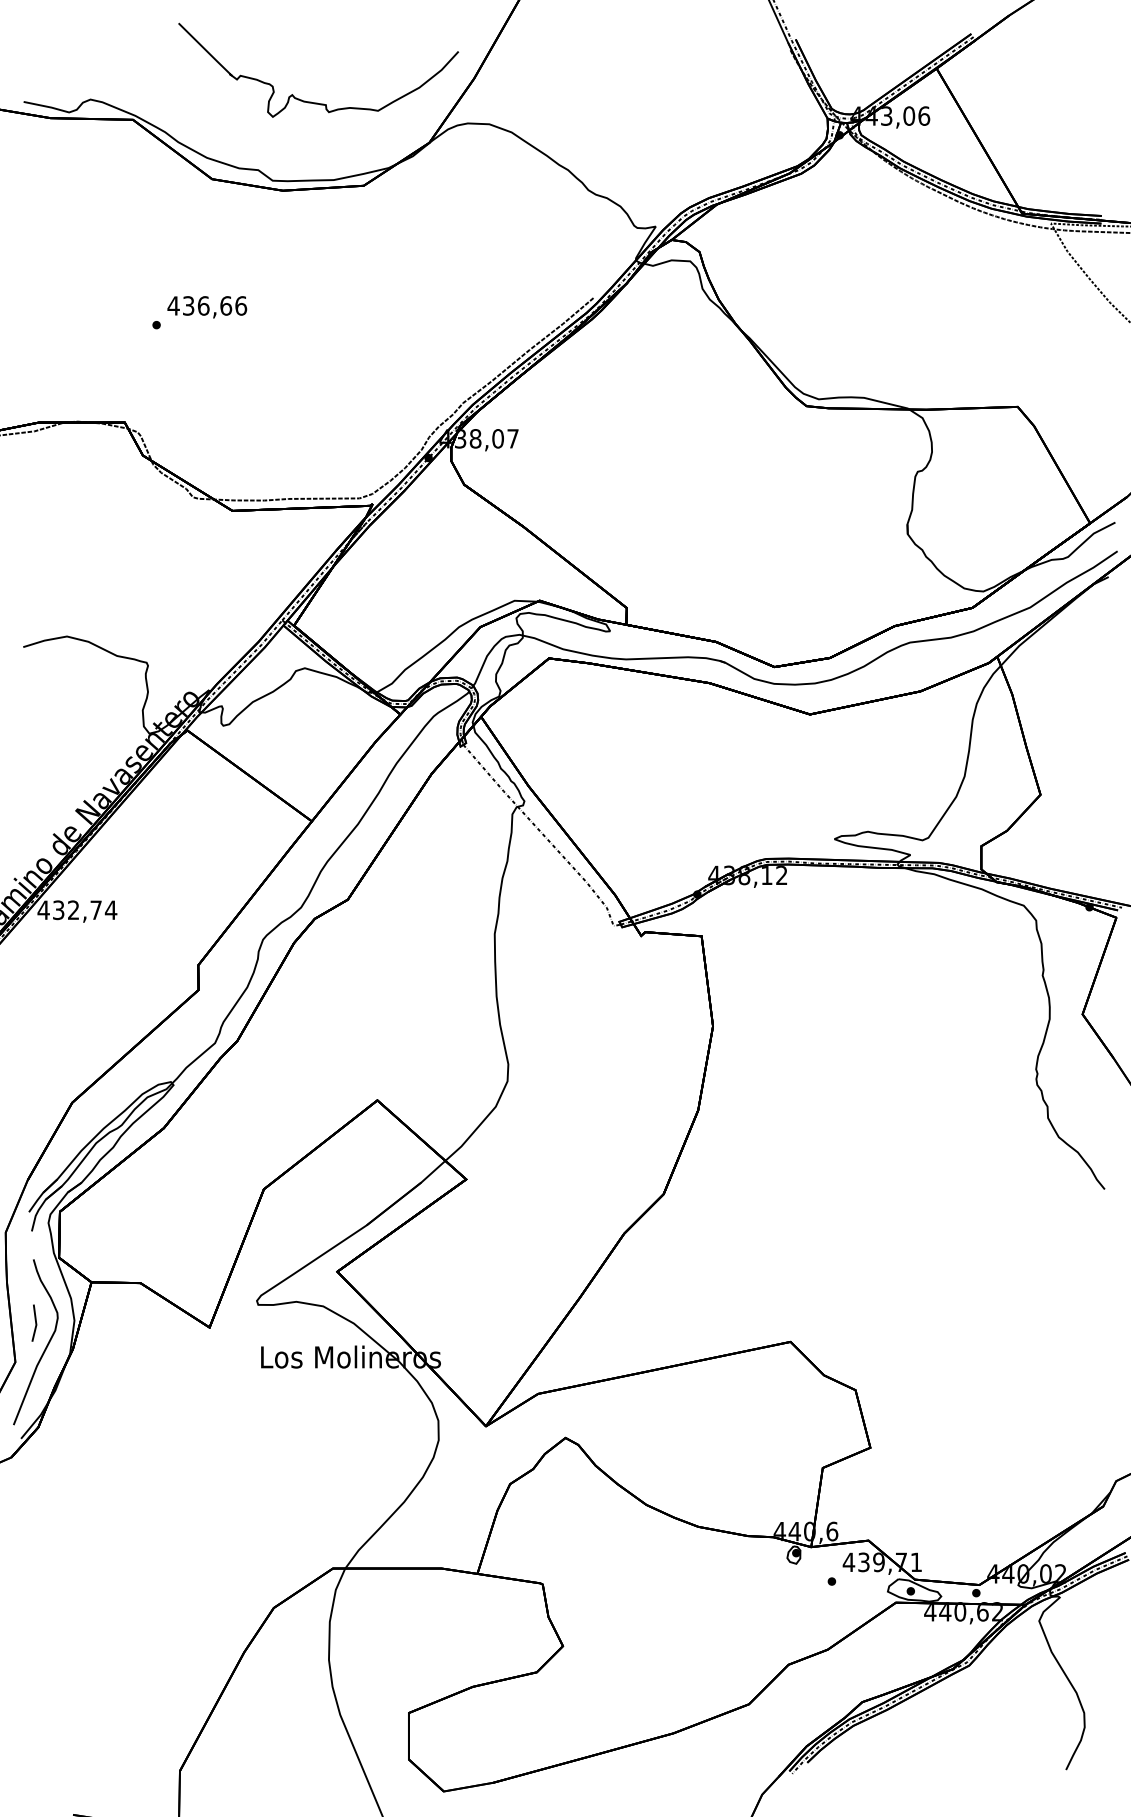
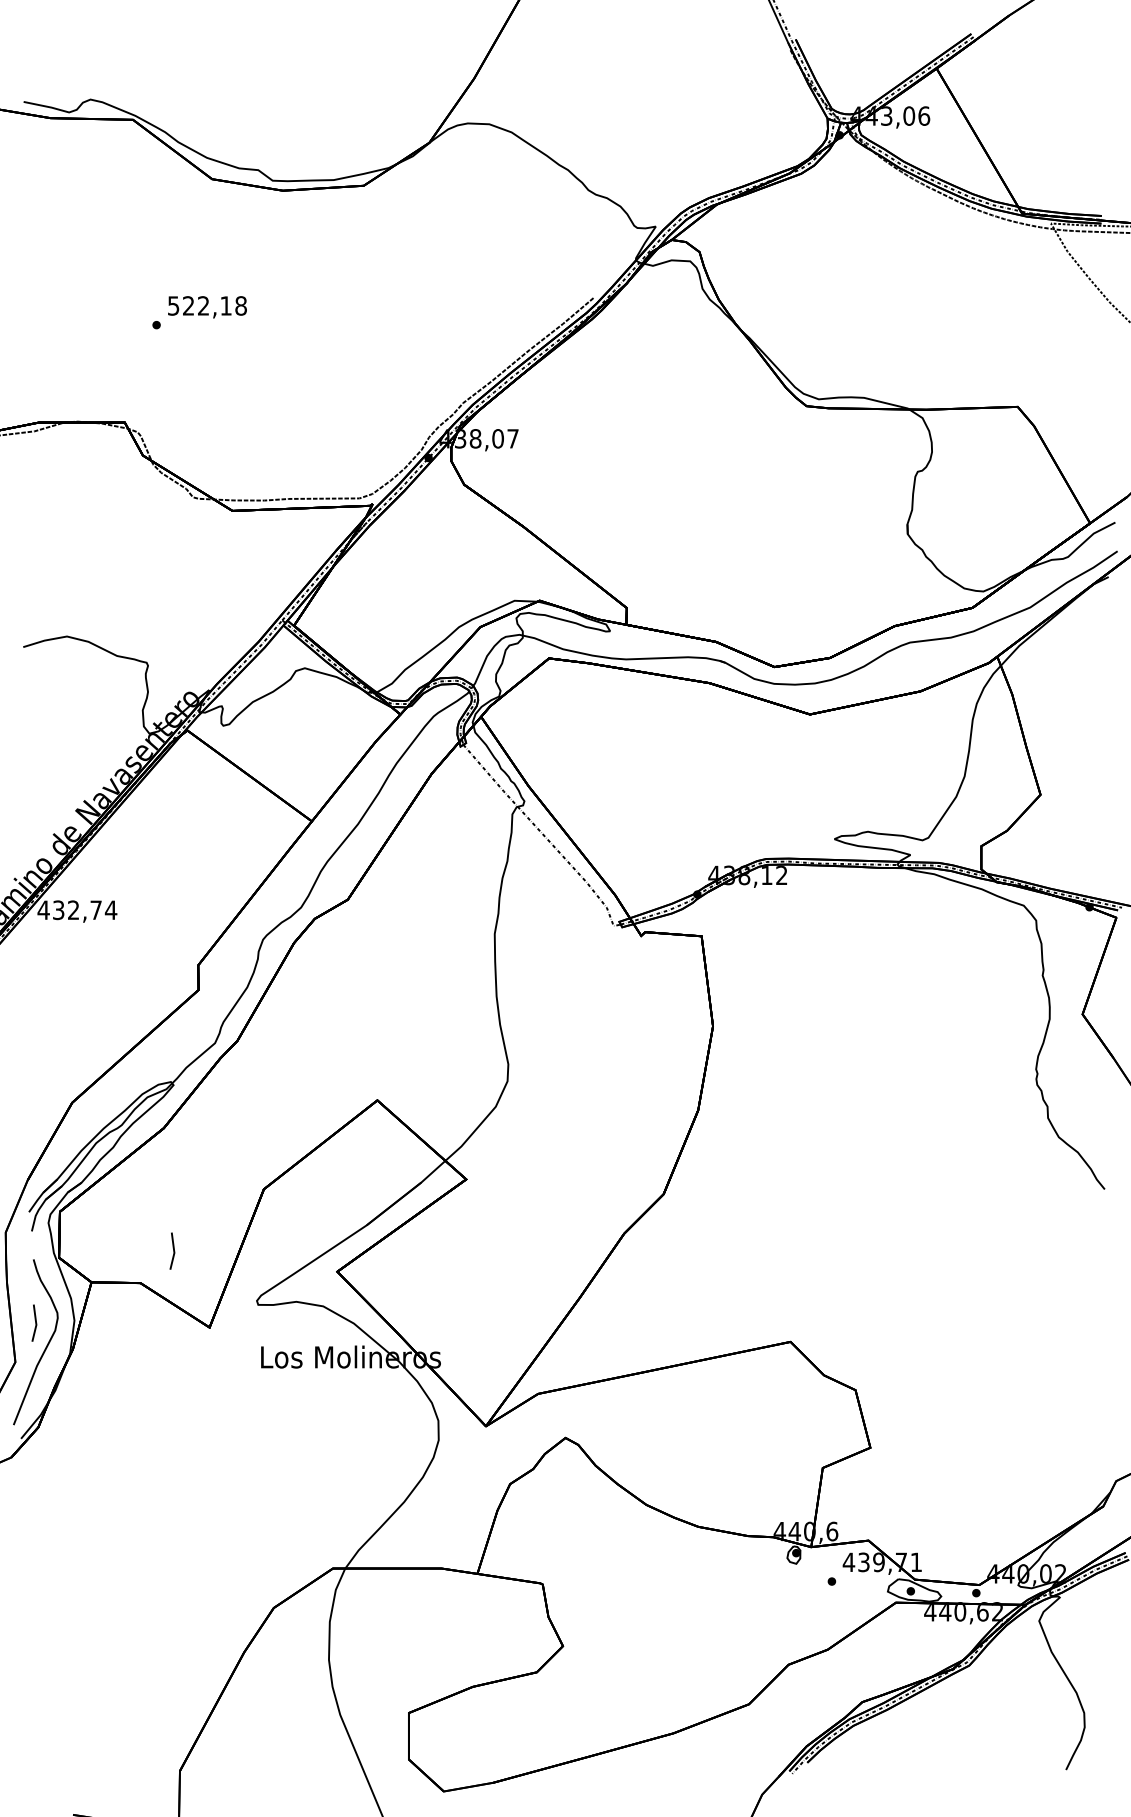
curve at (311, 101): present -> none
text at (207, 305): 436,66 -> 522,18
line at (173, 1250): none -> present
